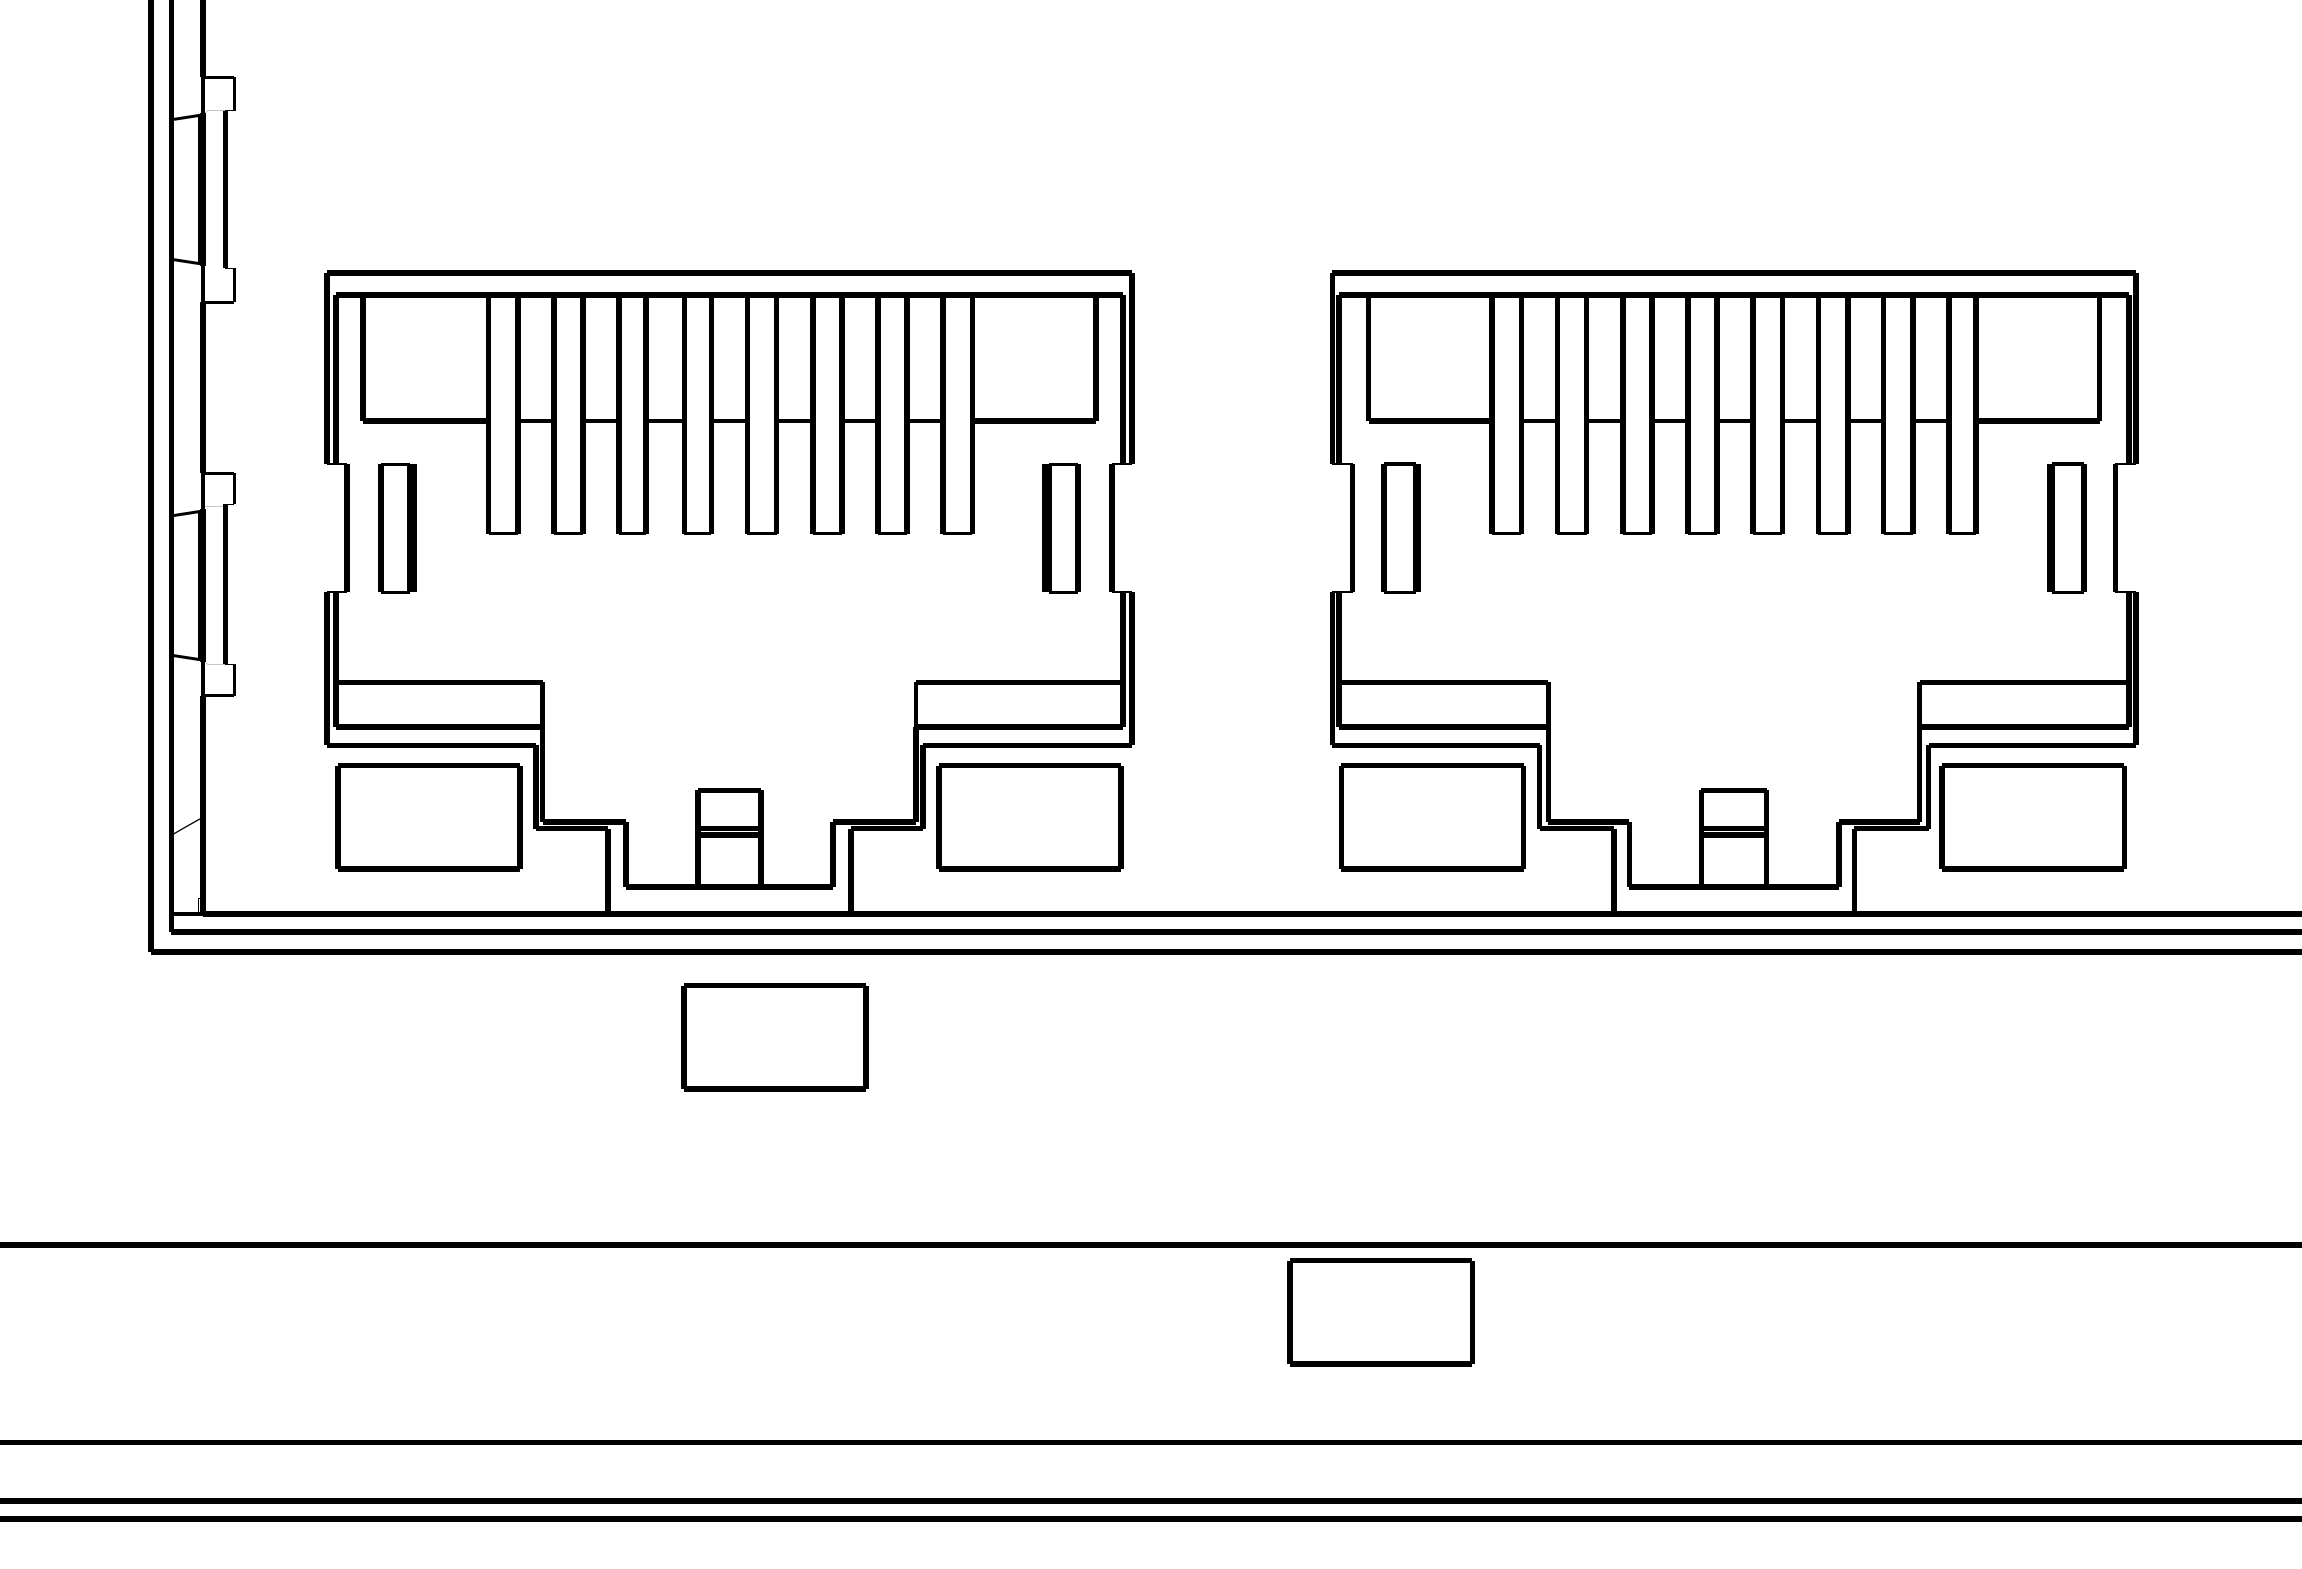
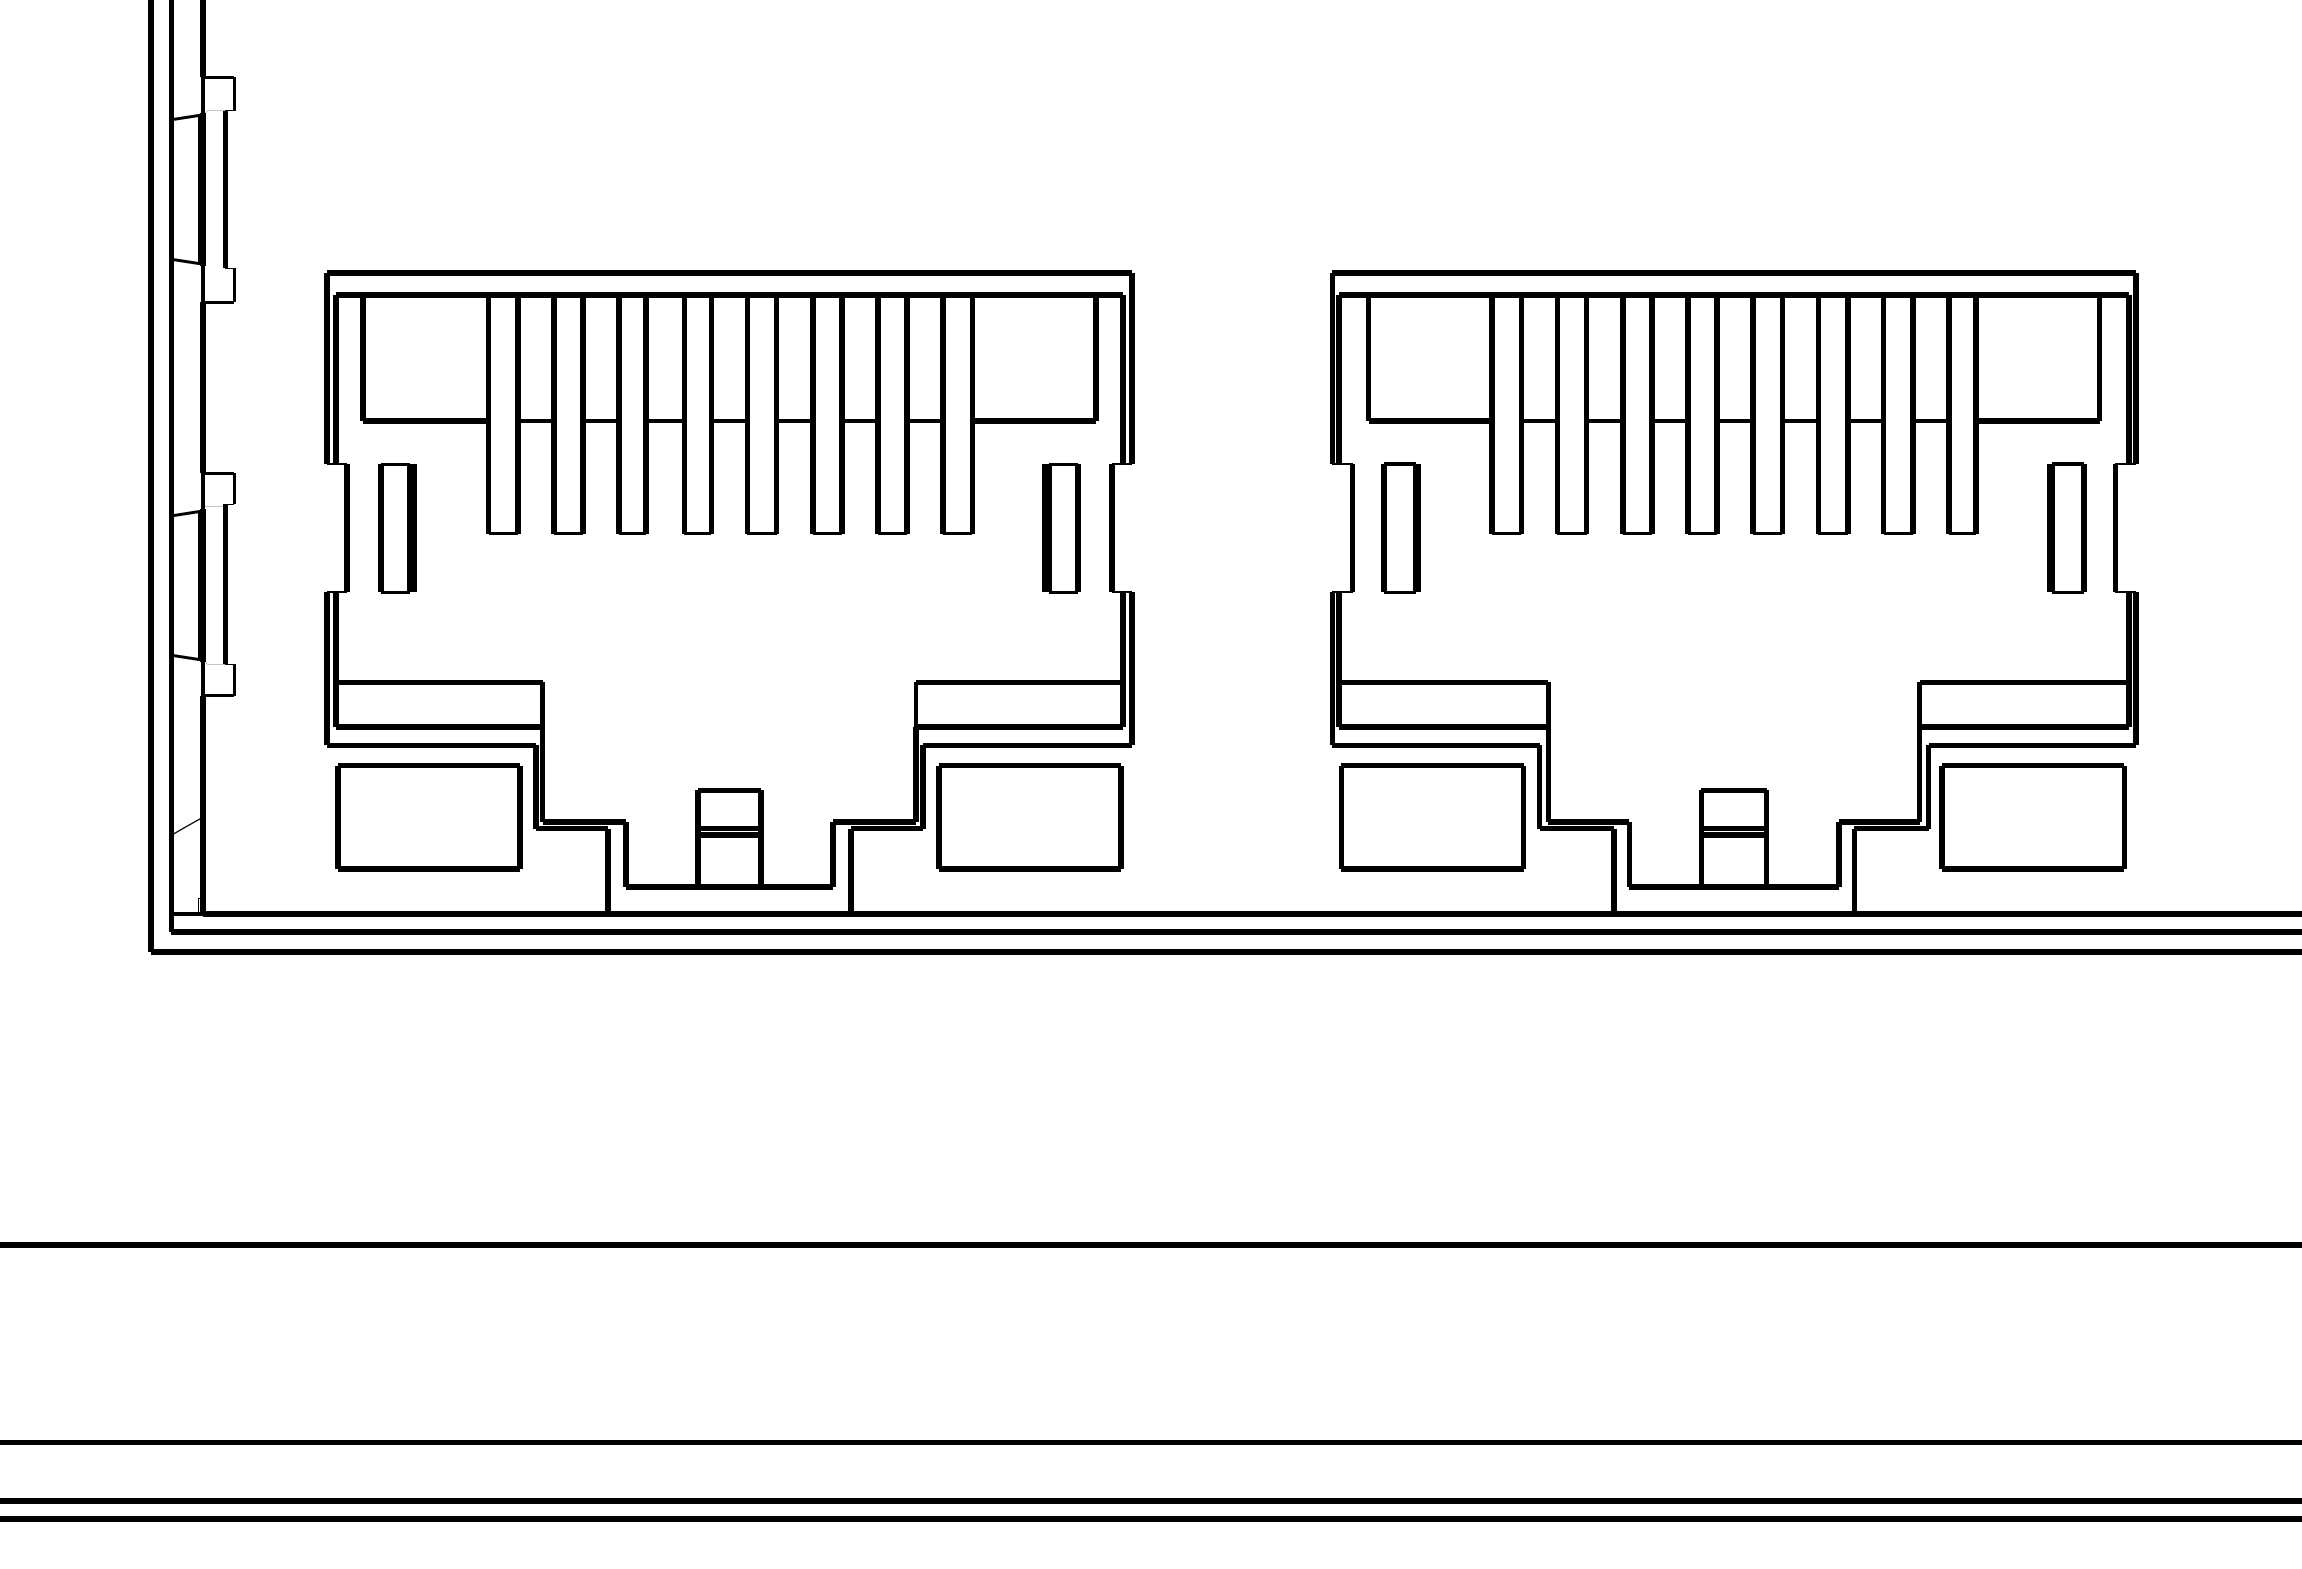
part at (774, 1037): present -> none
part at (1380, 1312): present -> none
